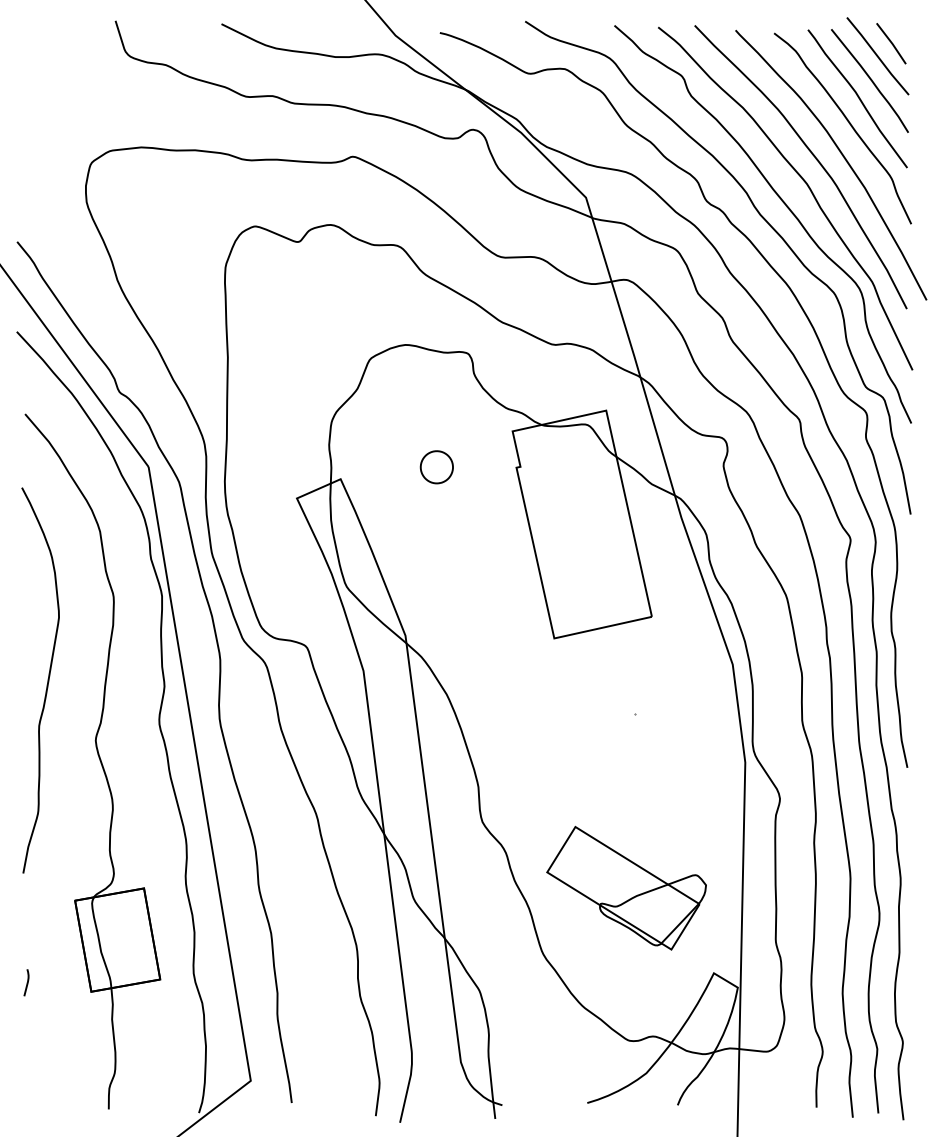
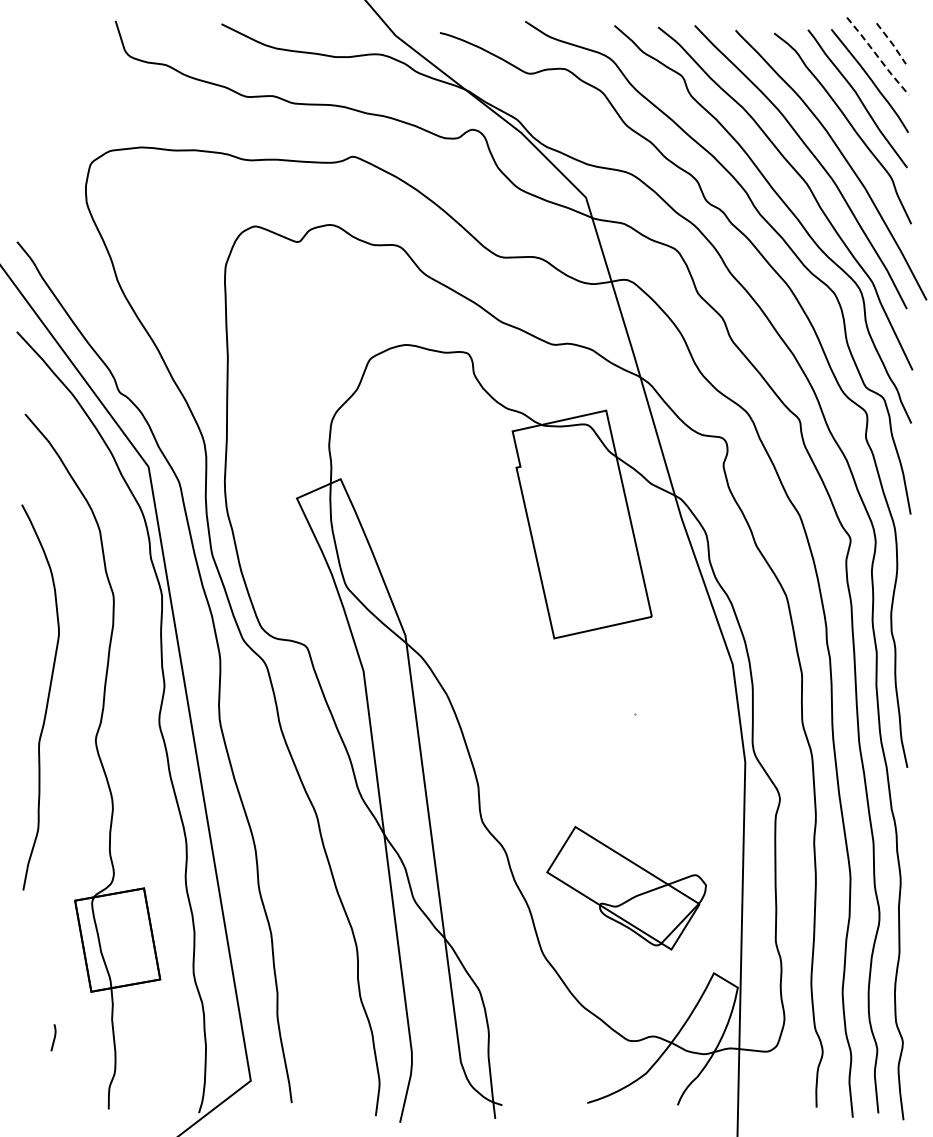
line at (892, 44): solid -> dashed
line at (878, 57): solid -> dashed
part at (436, 467): present -> none
curve at (47, 680) position: (47, 680) -> (47, 697)
curve at (26, 982) position: (26, 982) -> (53, 1037)
